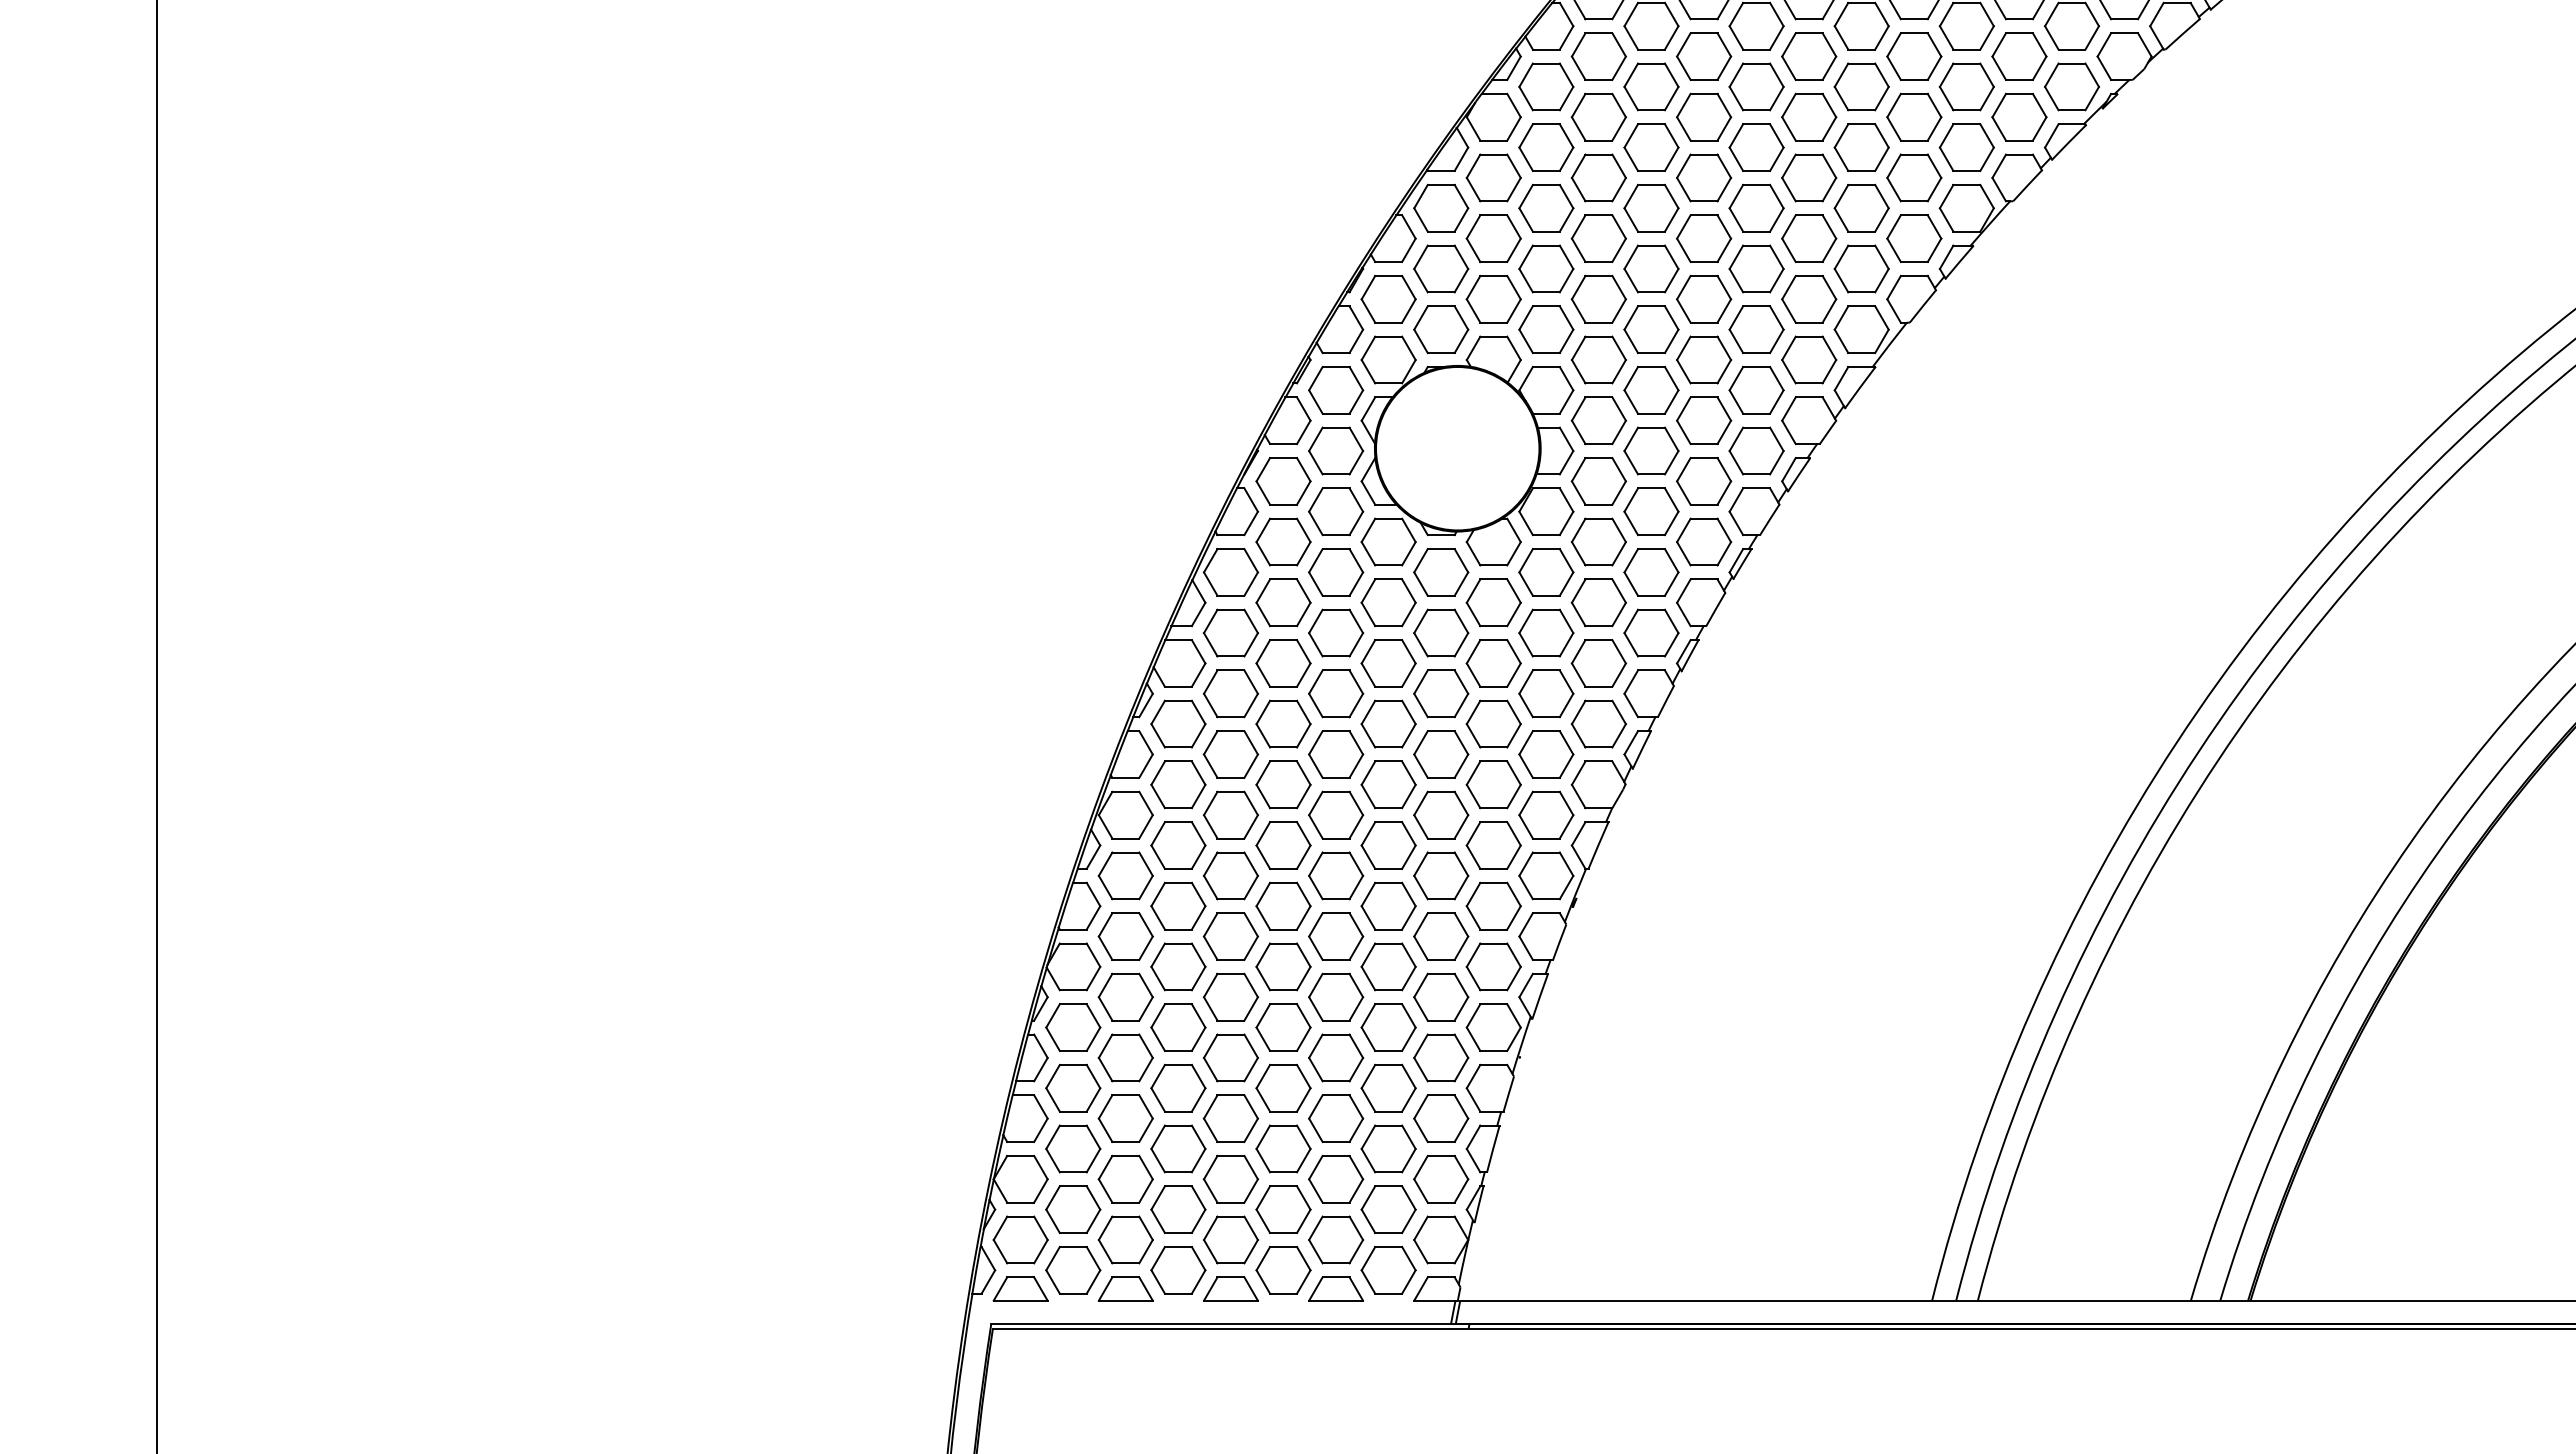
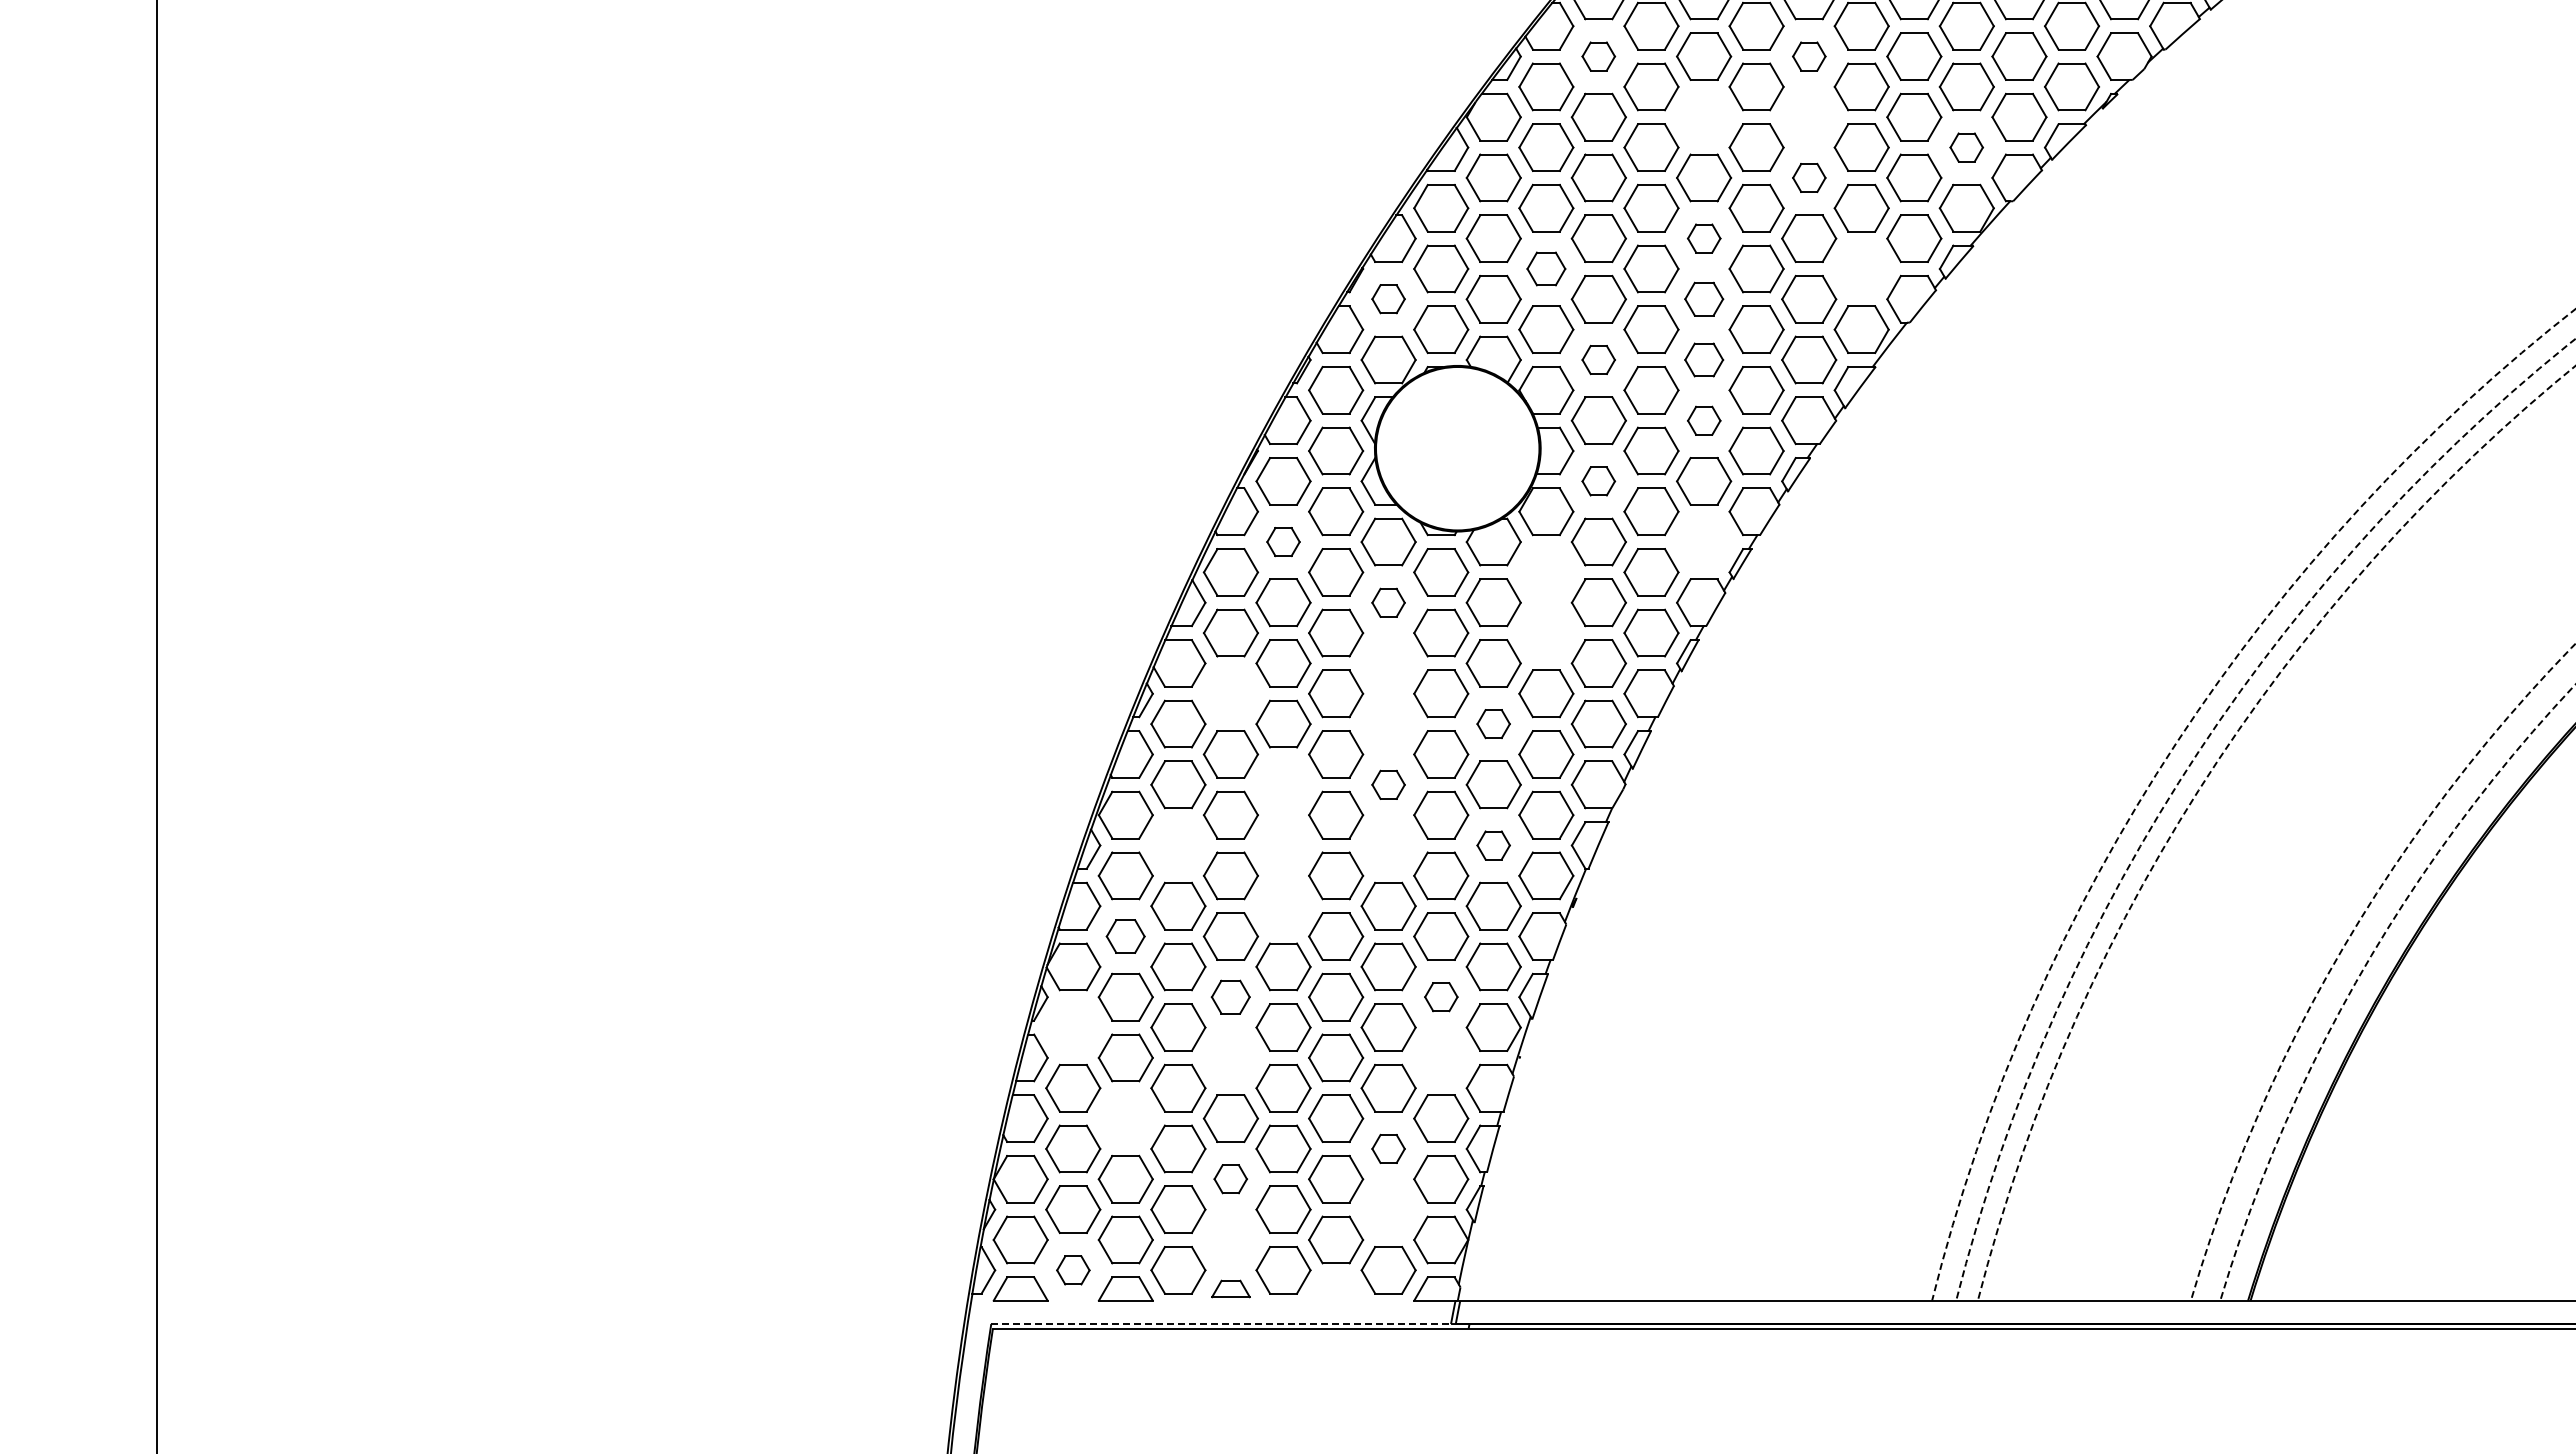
part at (1598, 56) size: 57x49 px -> 36x31 px
part at (1809, 56) size: 57x49 px -> 35x31 px
part at (1704, 116): present -> none
part at (1809, 116): present -> none
part at (1966, 147) size: 57x49 px -> 35x31 px
part at (1809, 177) size: 57x50 px -> 35x31 px
part at (1704, 238) size: 57x49 px -> 36x31 px
part at (1546, 268) size: 57x50 px -> 41x36 px
part at (1861, 268): present -> none
part at (1388, 298) size: 57x50 px -> 35x31 px
part at (1704, 298) size: 57x50 px -> 41x36 px
part at (1598, 359) size: 57x50 px -> 35x31 px
part at (1704, 359) size: 57x50 px -> 41x36 px
part at (1704, 420) size: 57x50 px -> 35x31 px
part at (1598, 481) size: 57x49 px -> 36x31 px
part at (1283, 541) size: 57x50 px -> 35x31 px
part at (1704, 541): present -> none
part at (1546, 572): present -> none
part at (1388, 602) size: 57x50 px -> 35x31 px
part at (1546, 632): present -> none
part at (1388, 663): present -> none
part at (1230, 693): present -> none
part at (1388, 723): present -> none
part at (1493, 723) size: 57x50 px -> 35x31 px
arc at (2172, 749): solid -> dashed
arc at (2186, 770): solid -> dashed
arc at (2203, 783): solid -> dashed
part at (1283, 784): present -> none
part at (1388, 784) size: 57x50 px -> 35x31 px
part at (1178, 845): present -> none
part at (1283, 845): present -> none
part at (1388, 845): present -> none
part at (1493, 845) size: 57x49 px -> 35x31 px
part at (1283, 905): present -> none
part at (1125, 936) size: 57x49 px -> 41x35 px
arc at (2343, 947): solid -> dashed
arc at (2361, 972): solid -> dashed
part at (1230, 996) size: 57x50 px -> 41x36 px
part at (1441, 996) size: 57x50 px -> 35x31 px
part at (1073, 1027): present -> none
part at (1230, 1057): present -> none
part at (1441, 1057): present -> none
part at (1125, 1118): present -> none
part at (1388, 1148) size: 57x50 px -> 35x31 px
part at (1230, 1178) size: 57x50 px -> 35x31 px
part at (1388, 1209): present -> none
part at (1230, 1239): present -> none
part at (1073, 1270) size: 57x49 px -> 35x31 px
part at (1230, 1288) size: 56x26 px -> 40x20 px
part at (1335, 1288): present -> none
line at (1221, 1324): solid -> dashed
